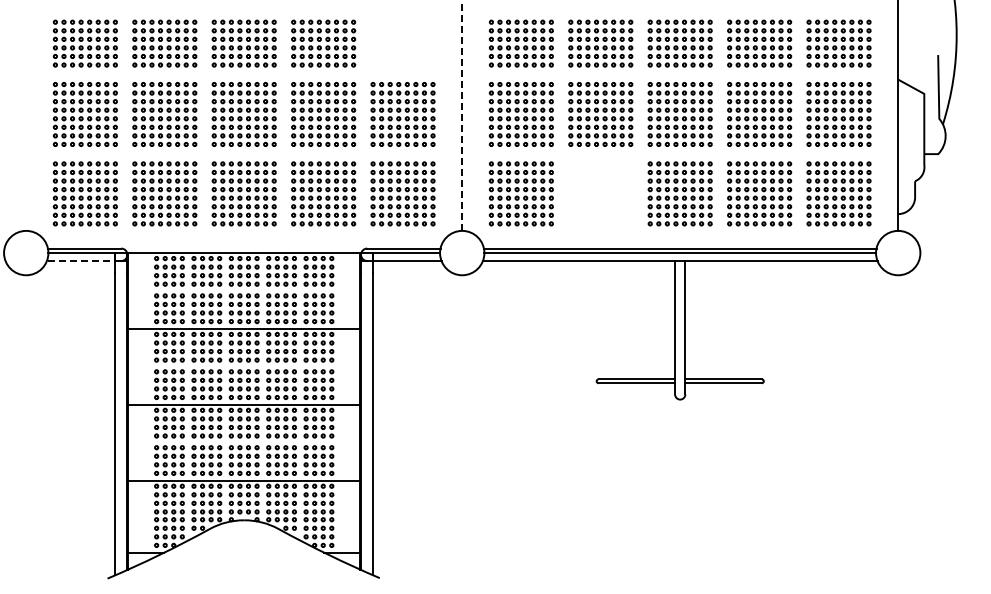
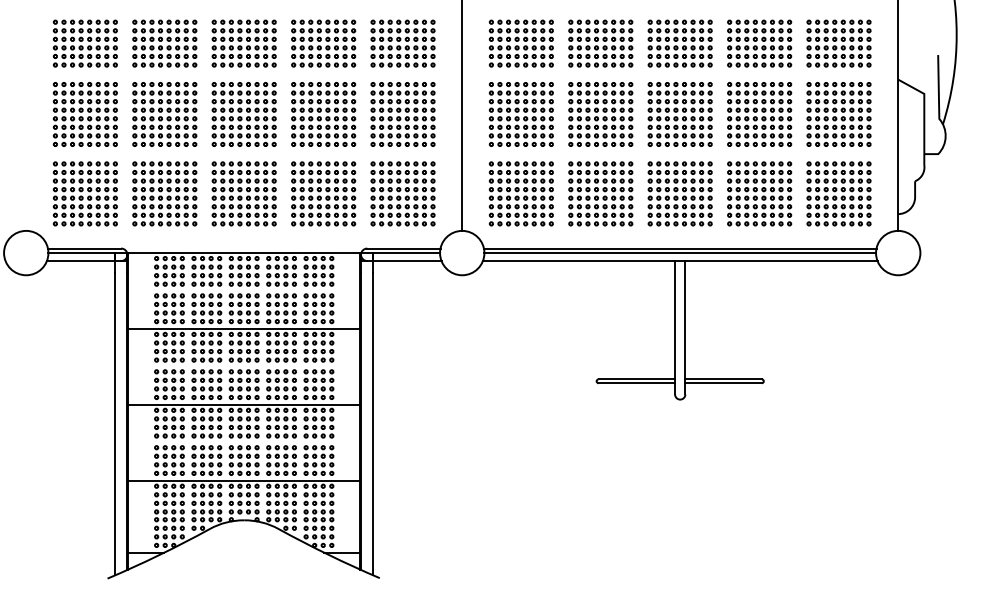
part at (402, 43): none -> present
line at (462, 116): dashed -> solid
part at (600, 193): none -> present
line at (83, 261): dashed -> solid
